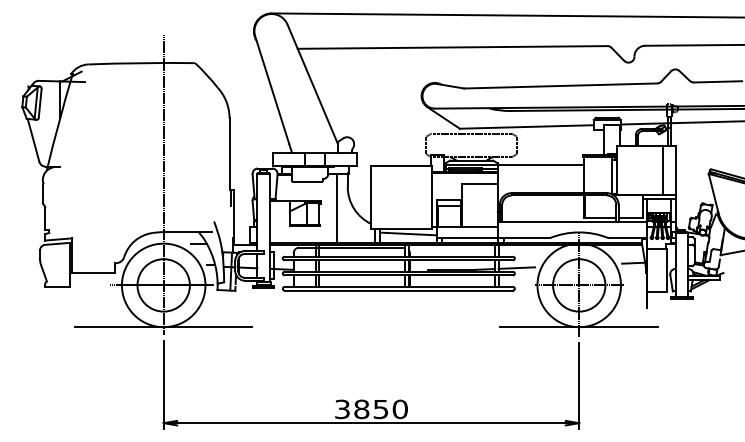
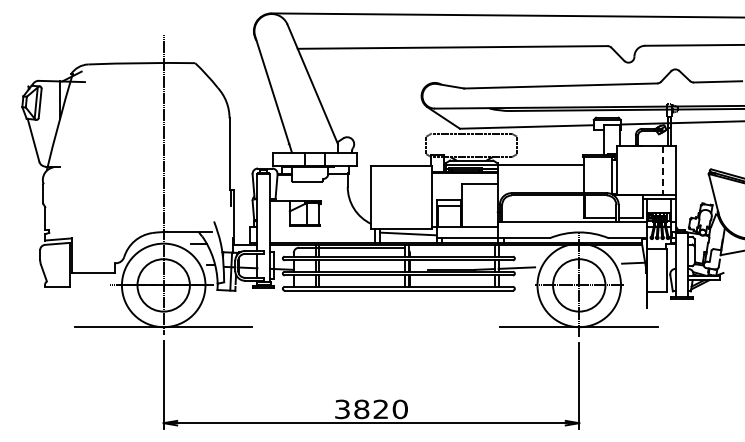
line at (663, 170): solid -> dashed
line at (336, 208): present -> none
text at (380, 409): 3850 -> 3820
